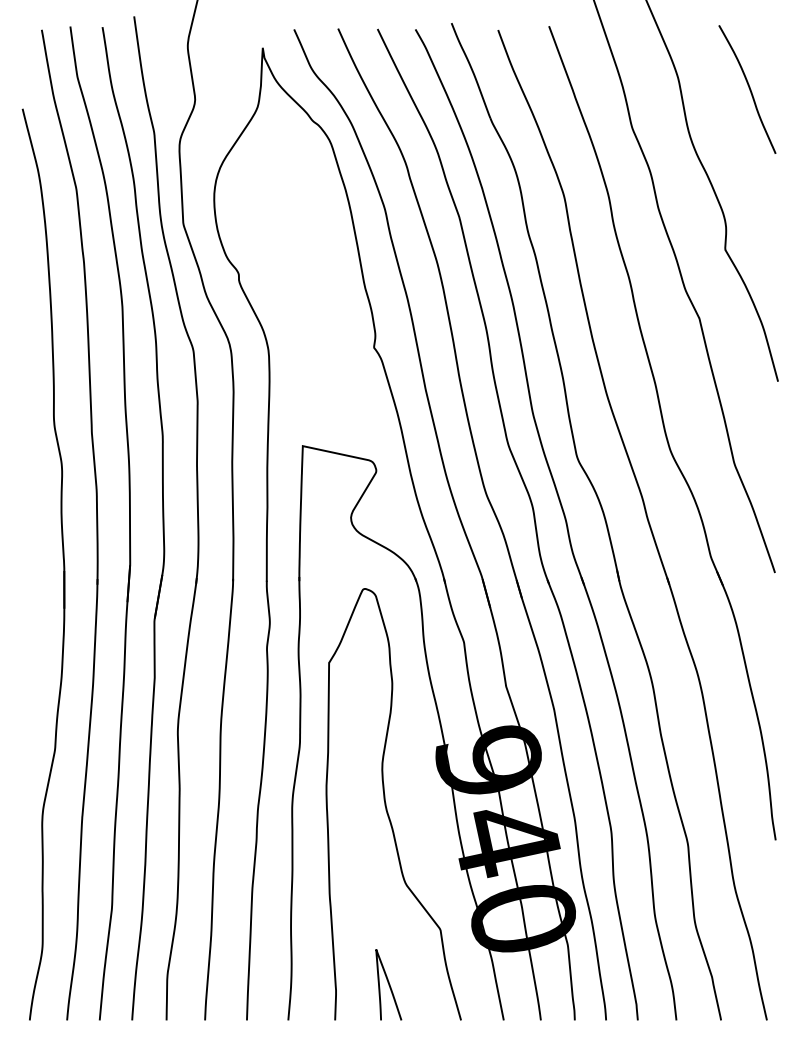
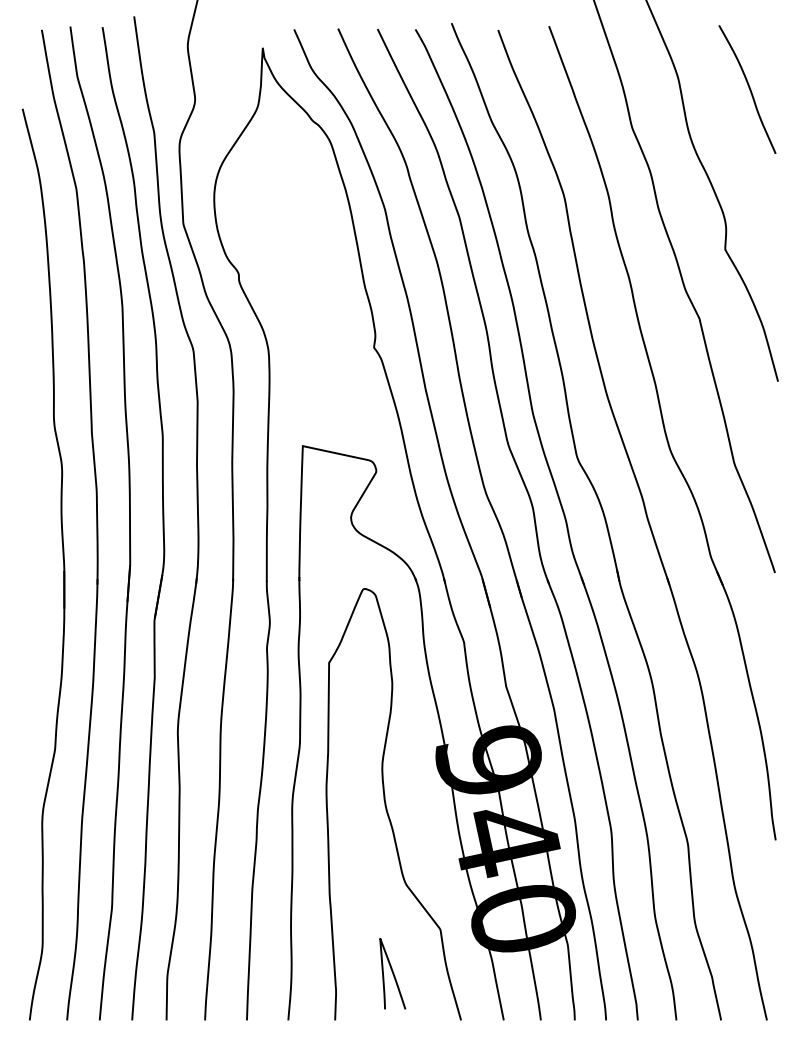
curve at (388, 984) position: (388, 984) -> (392, 973)
